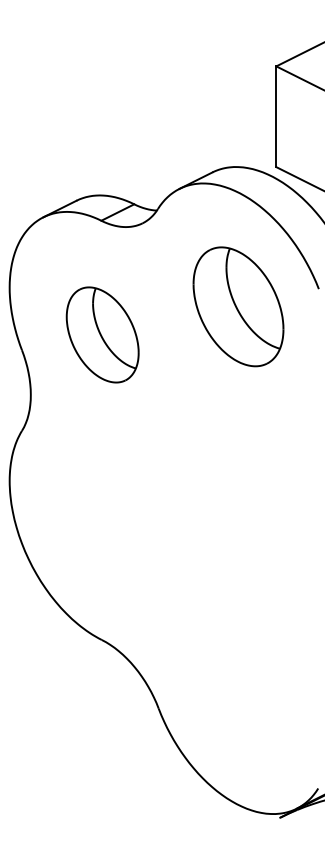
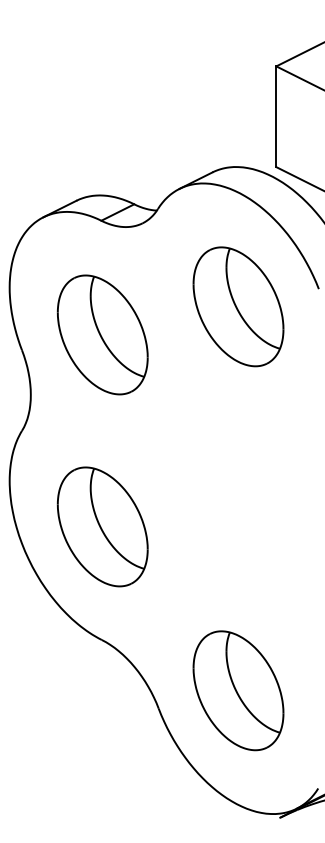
part at (102, 334) size: 75x98 px -> 93x122 px
part at (102, 526): none -> present
part at (238, 690): none -> present
